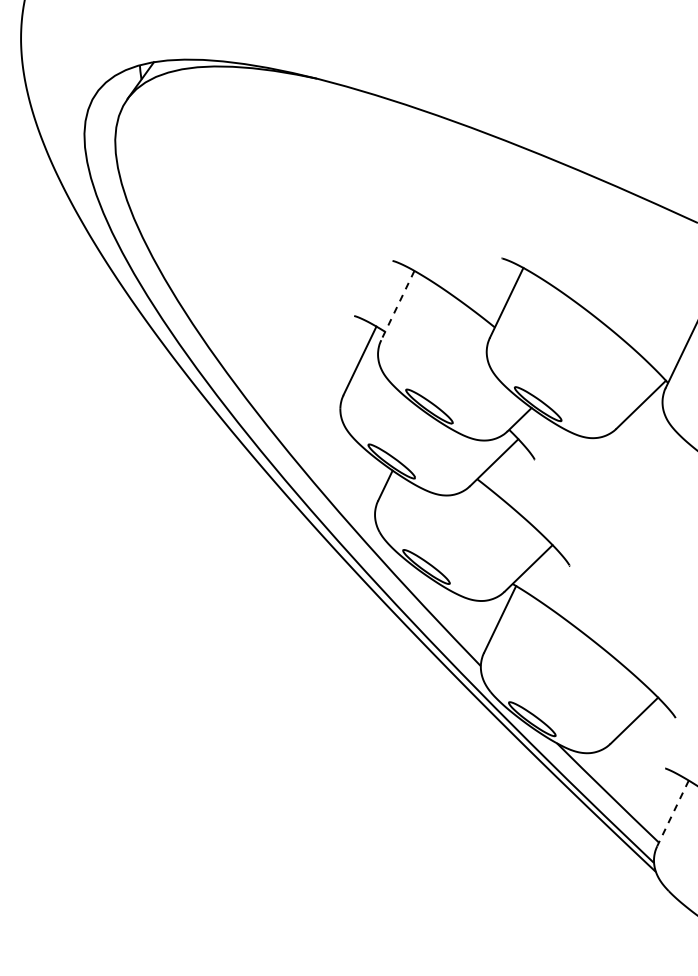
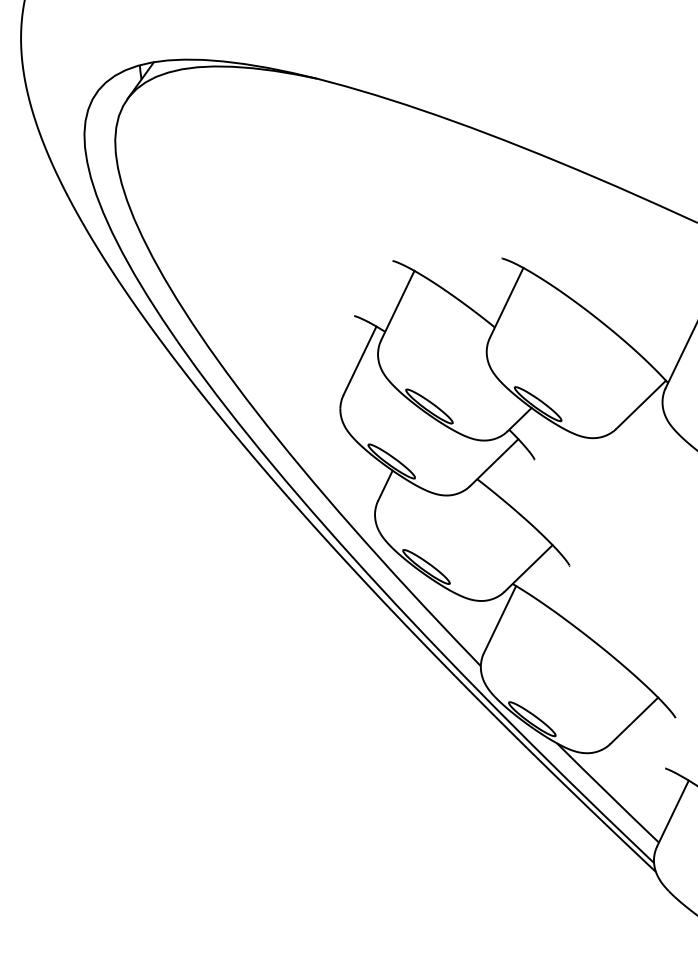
line at (397, 305): dashed -> solid
line at (672, 813): dashed -> solid
